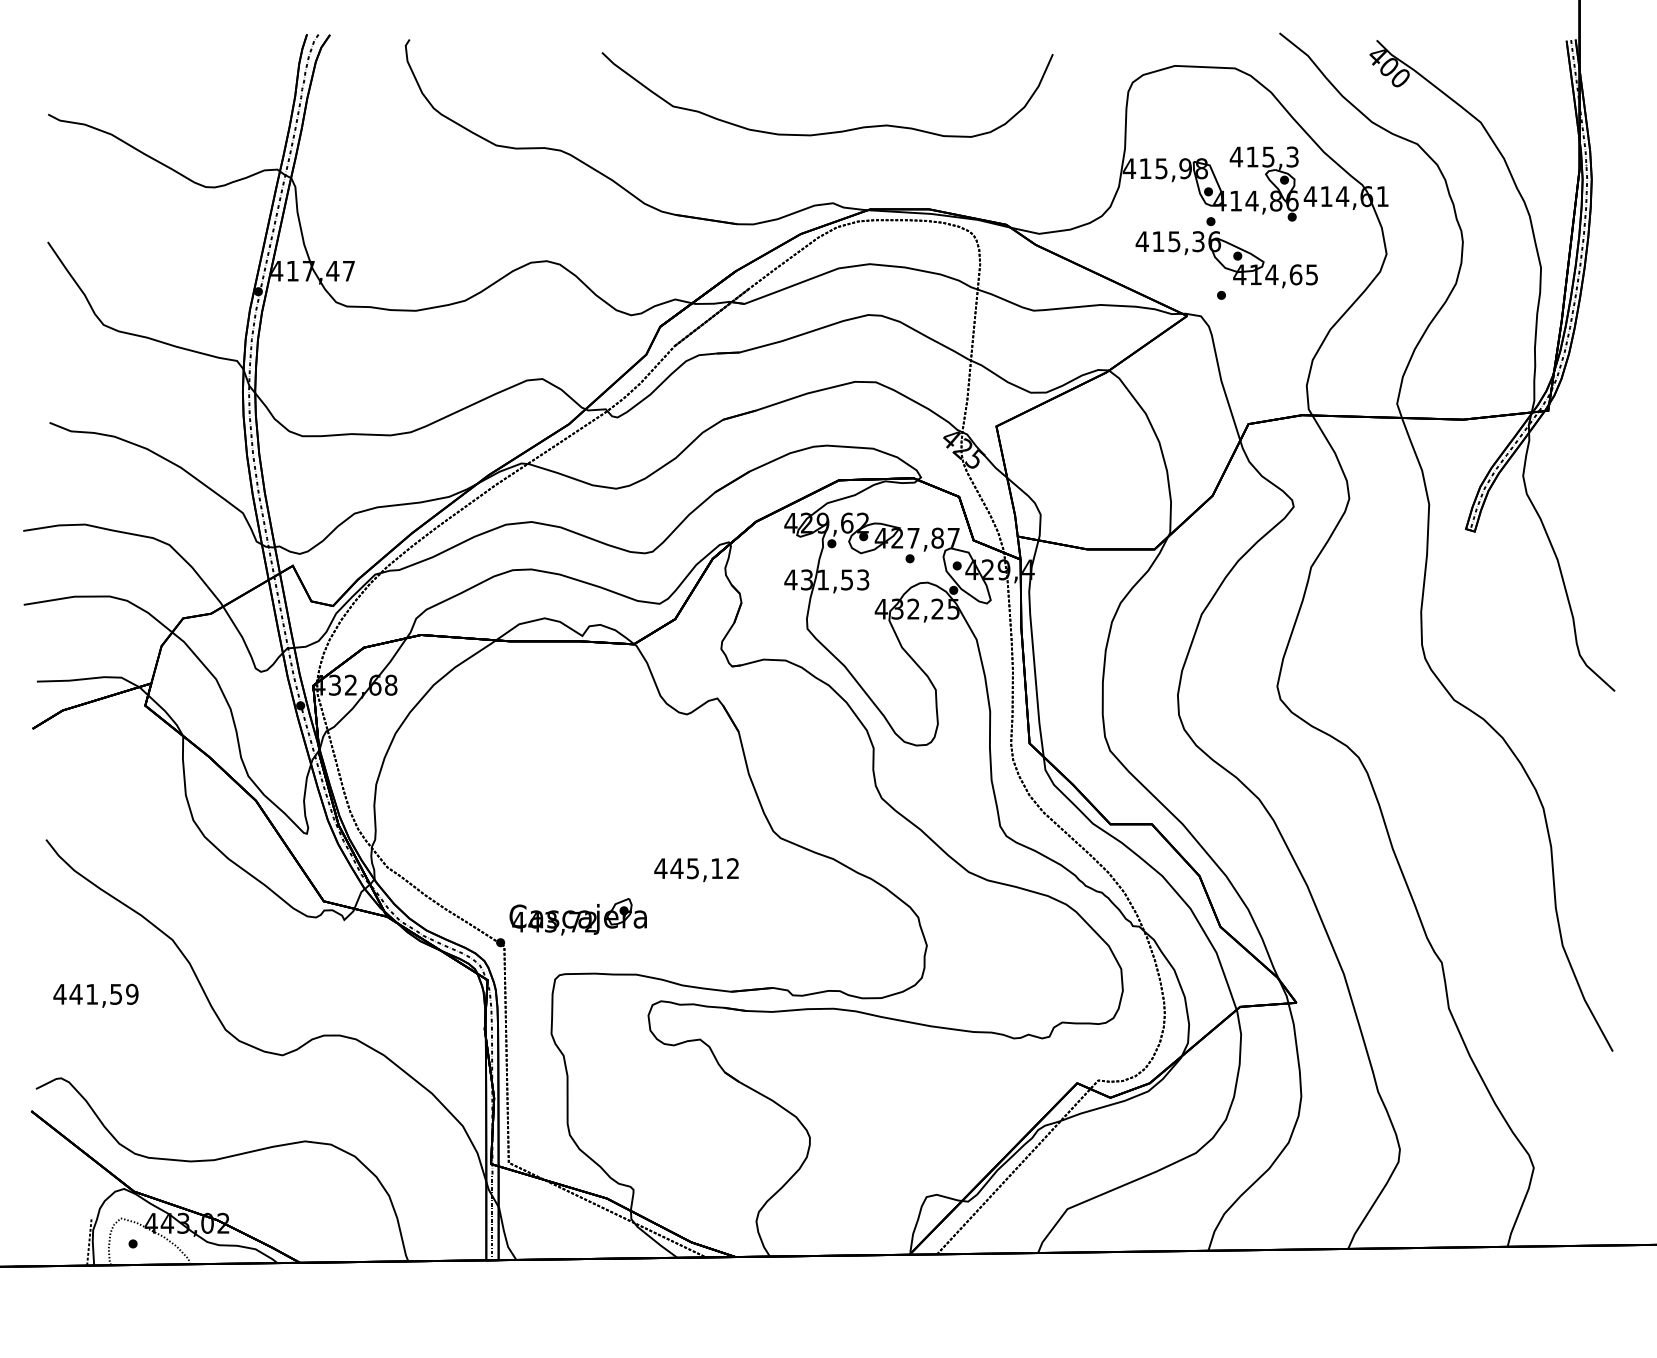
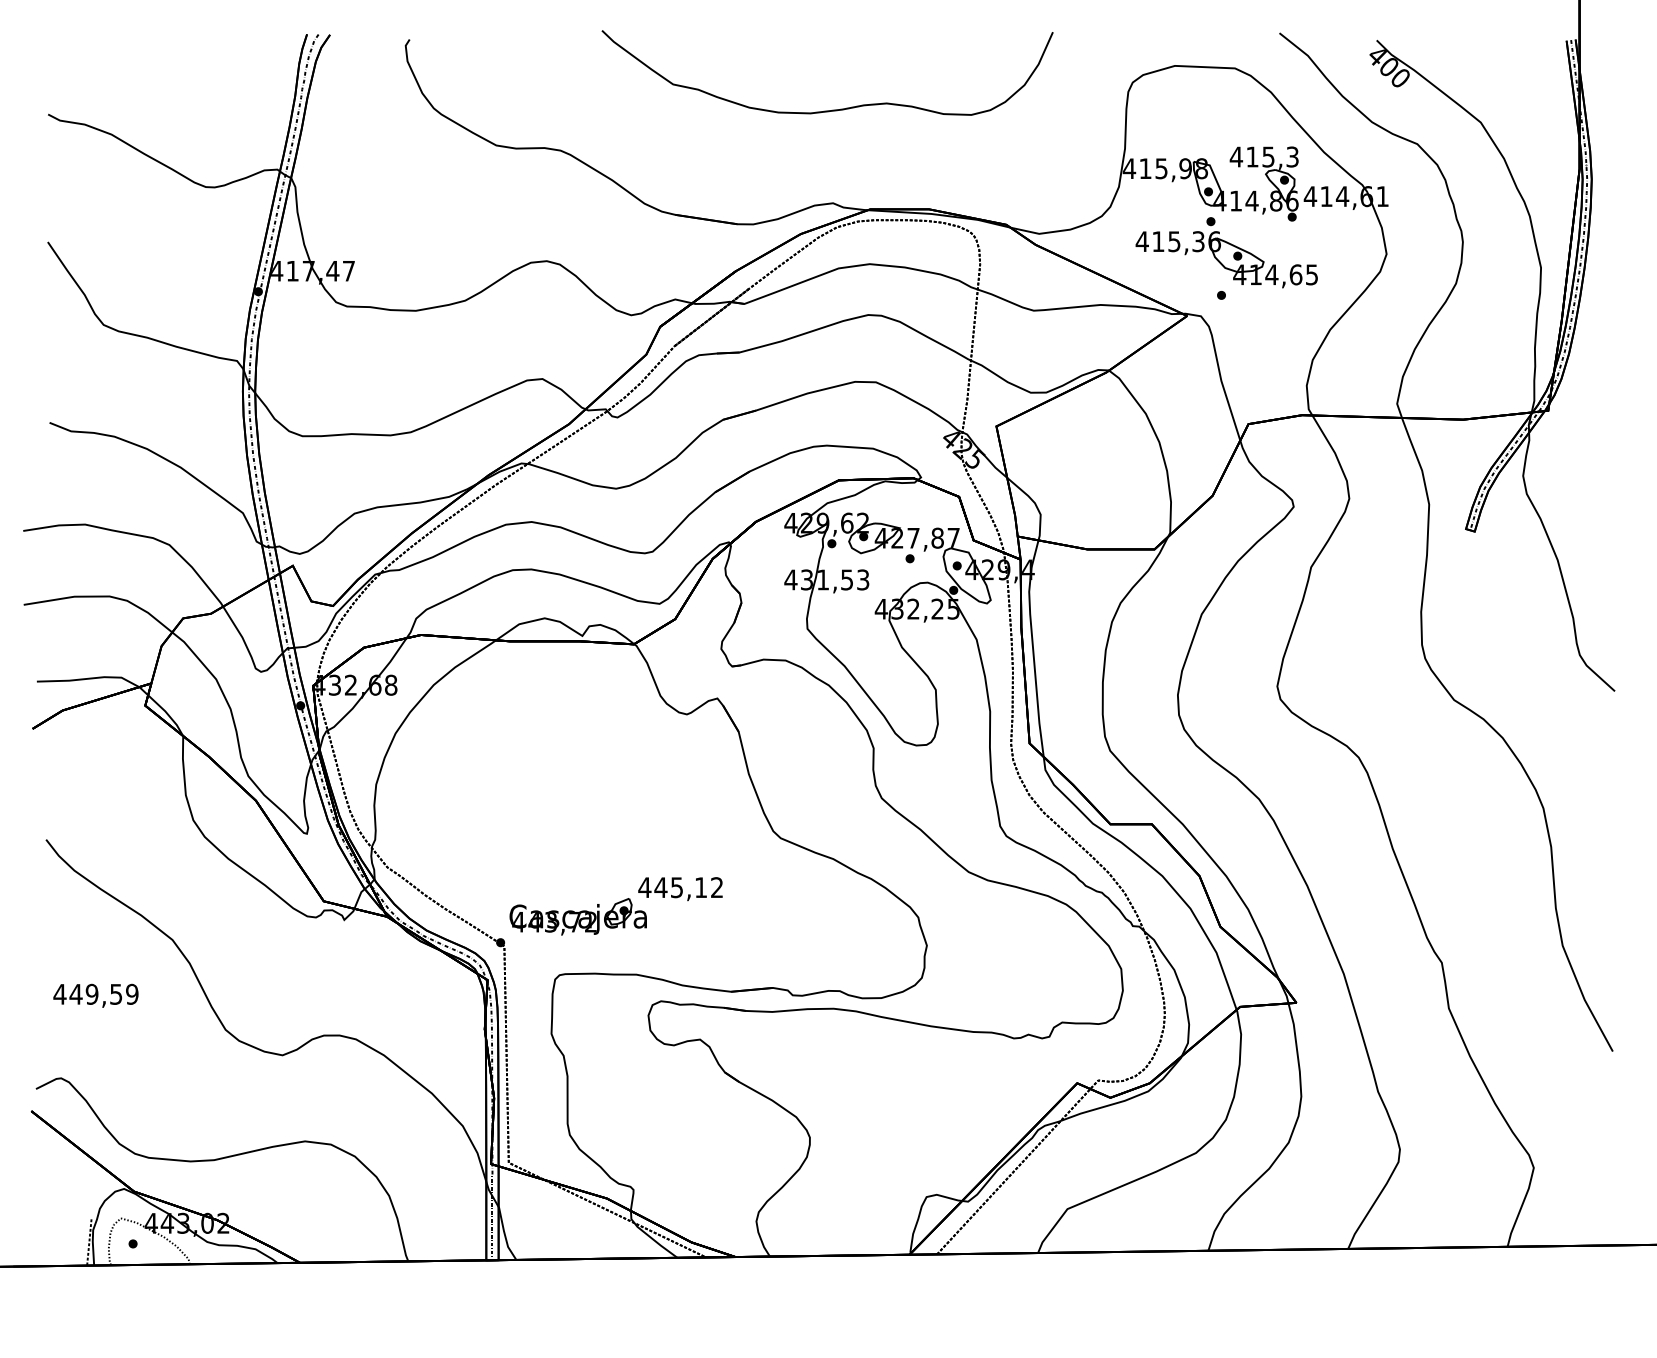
curve at (832, 131) position: (832, 131) -> (832, 109)
text at (696, 870) position: (696, 870) -> (680, 889)
text at (91, 993): 441,59 -> 449,59
